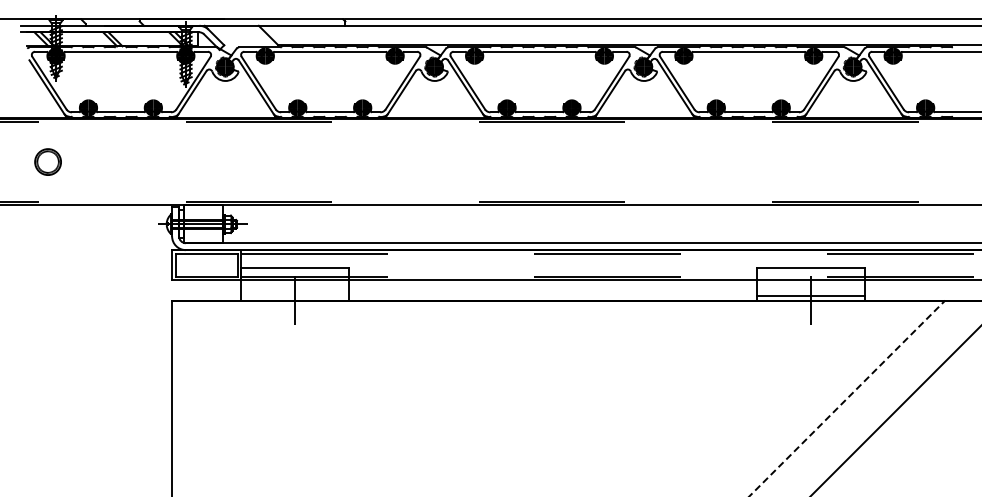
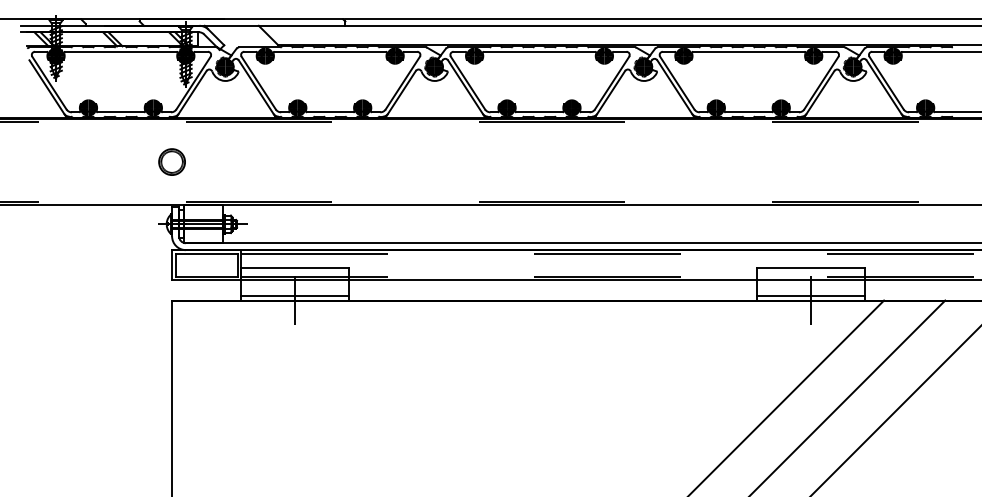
part at (47, 161) position: (47, 161) -> (171, 161)
line at (295, 295): none -> present
line at (787, 396): none -> present
line at (847, 398): dashed -> solid
